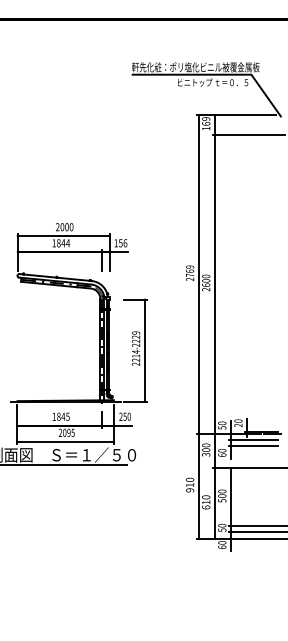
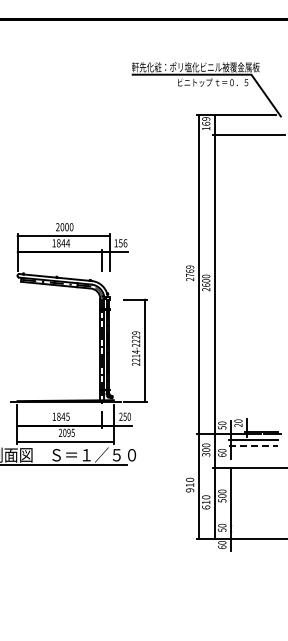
line at (253, 446): solid -> dashed
line at (256, 525): present -> none
line at (256, 531): present -> none
